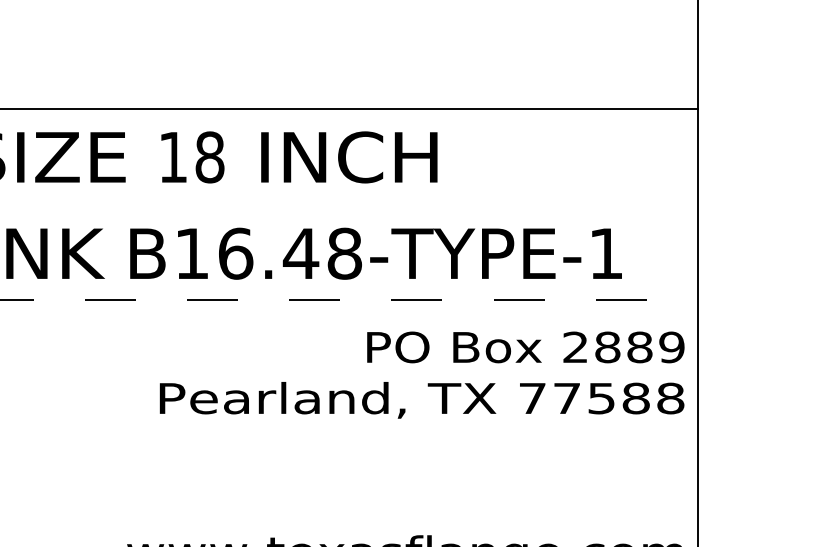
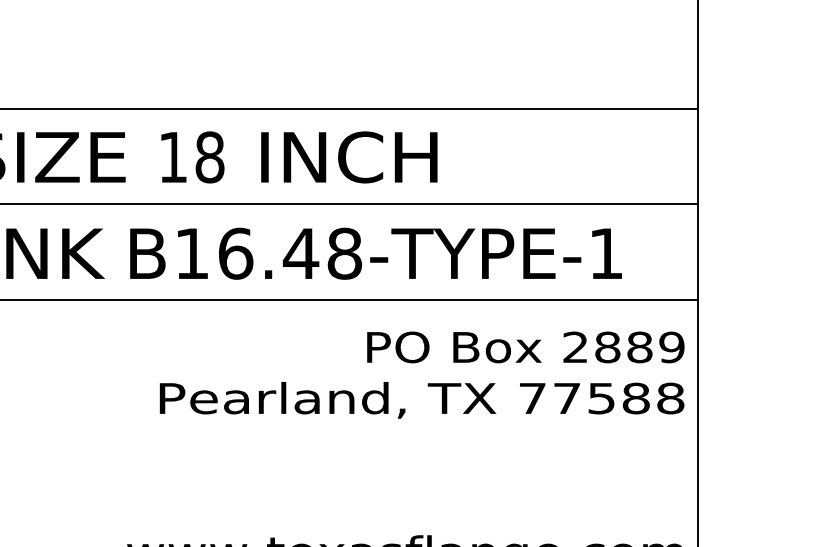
line at (349, 204): none -> present
line at (349, 300): dashed -> solid
